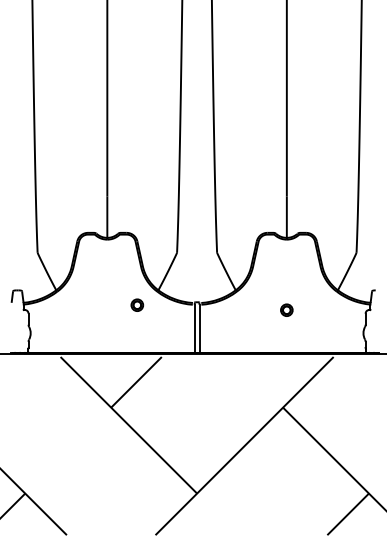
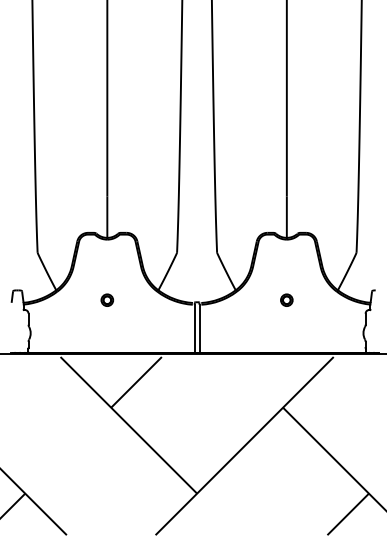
part at (137, 304) position: (137, 304) -> (107, 299)
part at (286, 309) position: (286, 309) -> (286, 299)
